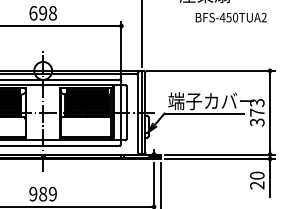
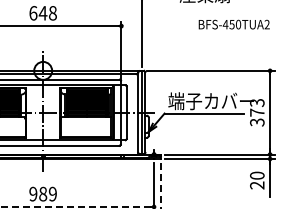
text at (42, 13): 698 -> 648
text at (230, 17) position: (230, 17) -> (233, 24)
line at (160, 186): solid -> dashed
line at (76, 206): solid -> dashed
